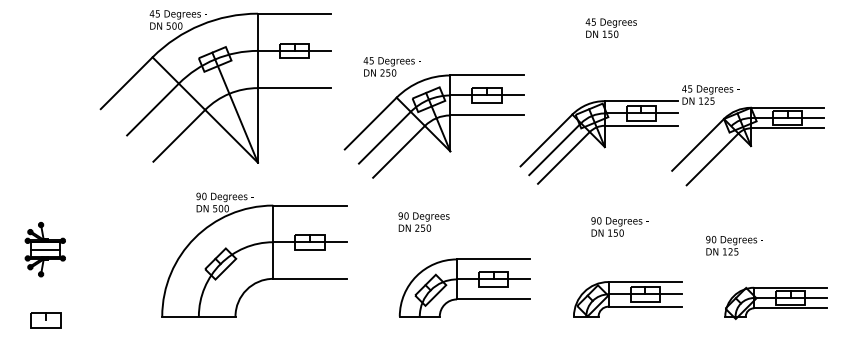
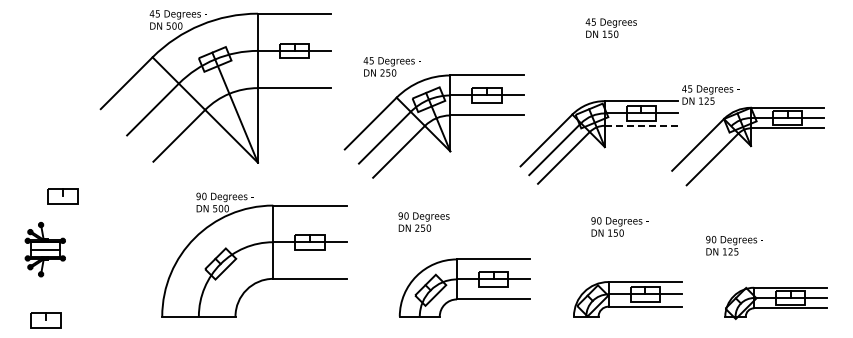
line at (641, 125): solid -> dashed
part at (62, 196): none -> present
